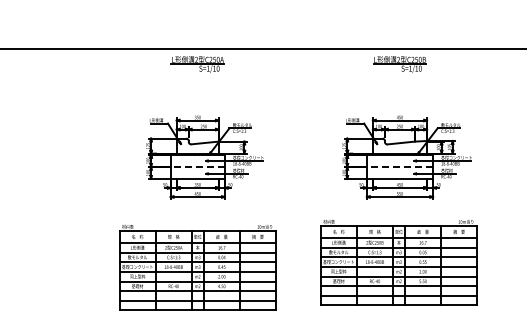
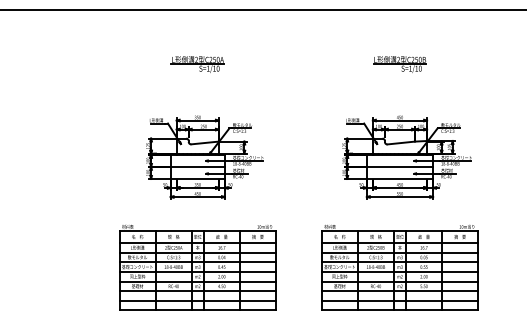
line at (262, 48) position: (262, 48) -> (262, 9)
line at (197, 166): dashed -> solid
line at (399, 166): dashed -> solid
part at (398, 262) position: (398, 262) -> (399, 267)
